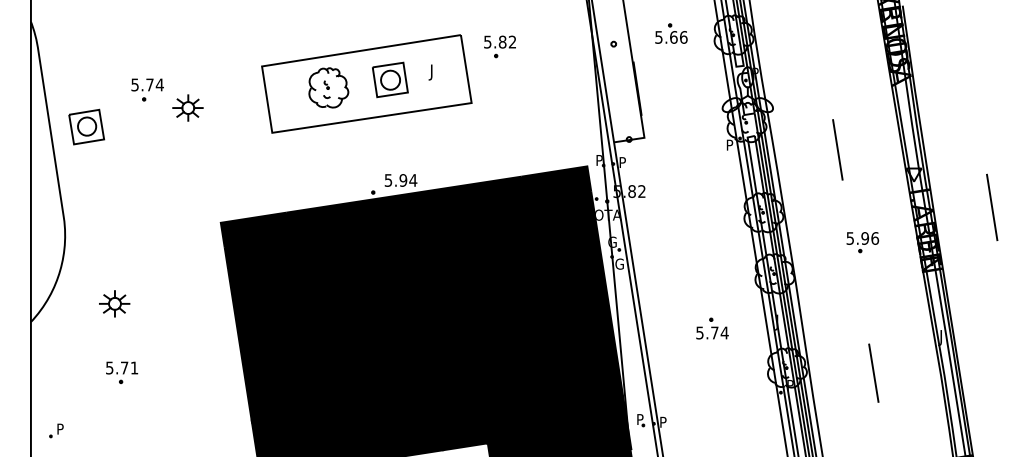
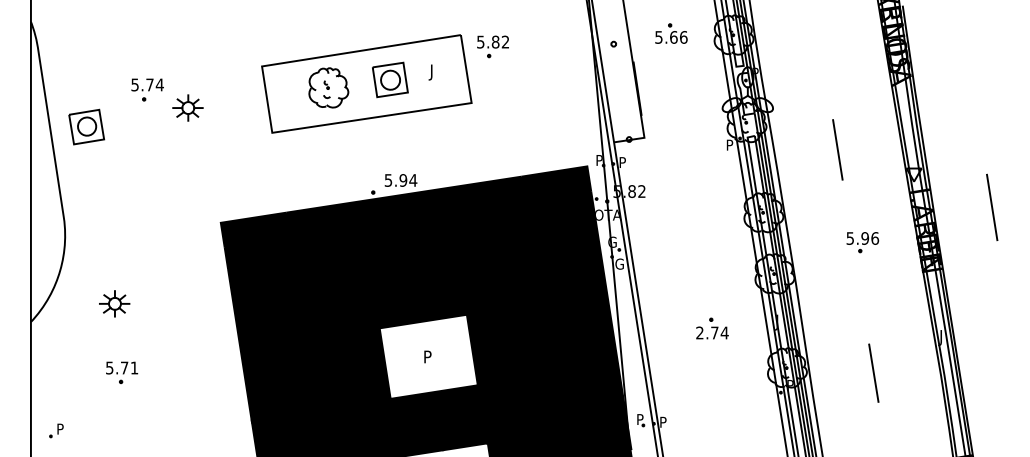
part at (499, 46) position: (499, 46) -> (492, 46)
text at (699, 332): 5.74 -> 2.74
fill at (428, 356): present -> none
